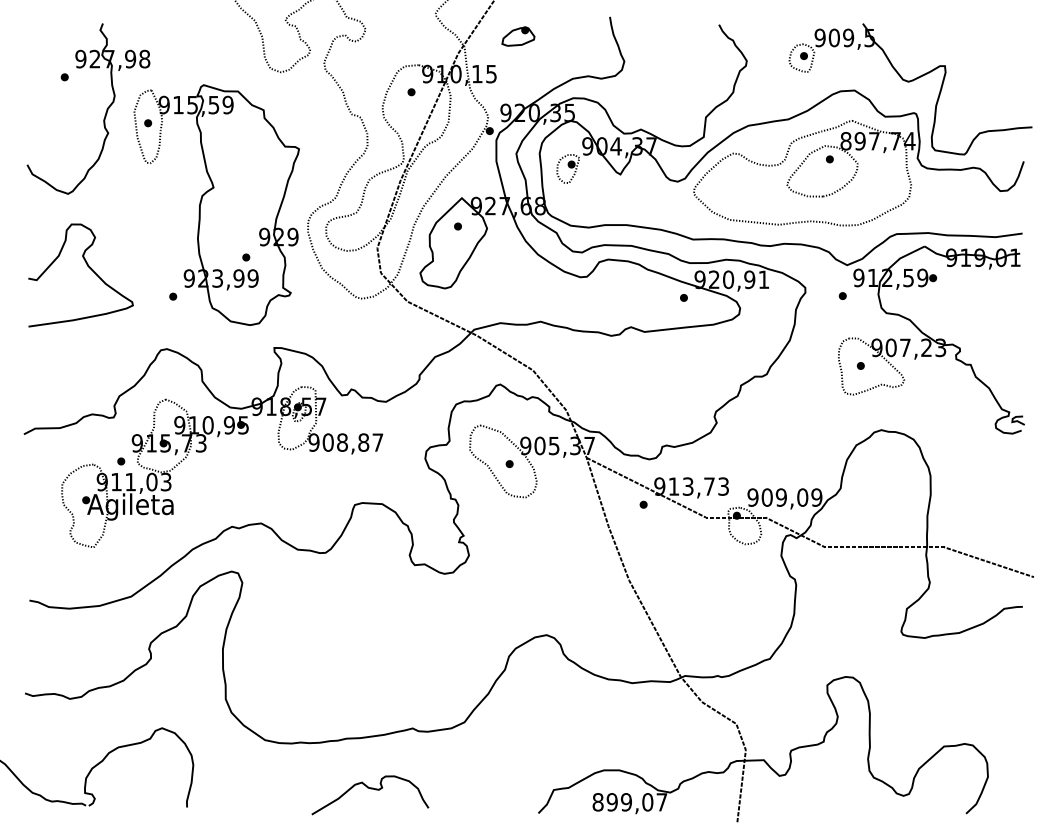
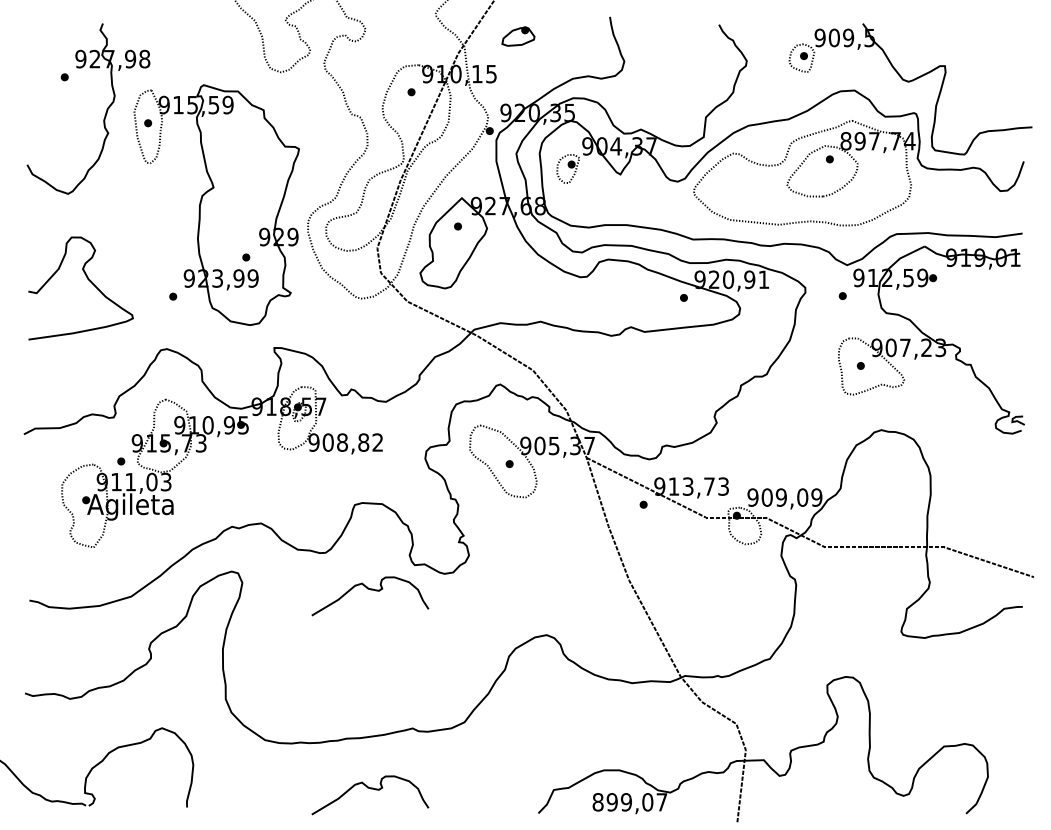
curve at (88, 267) position: (88, 267) -> (88, 280)
text at (377, 442): 908,87 -> 908,82
curve at (370, 590): none -> present
